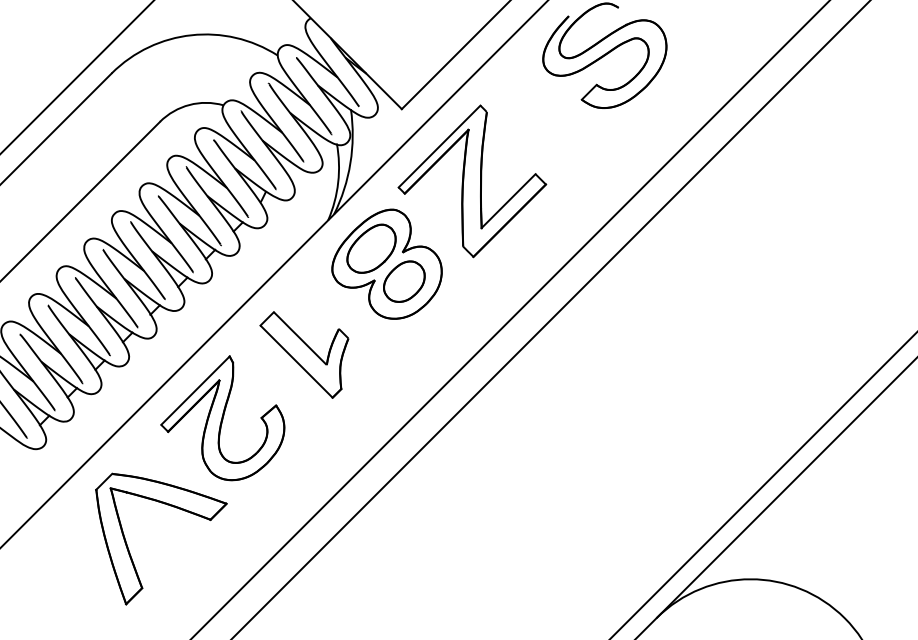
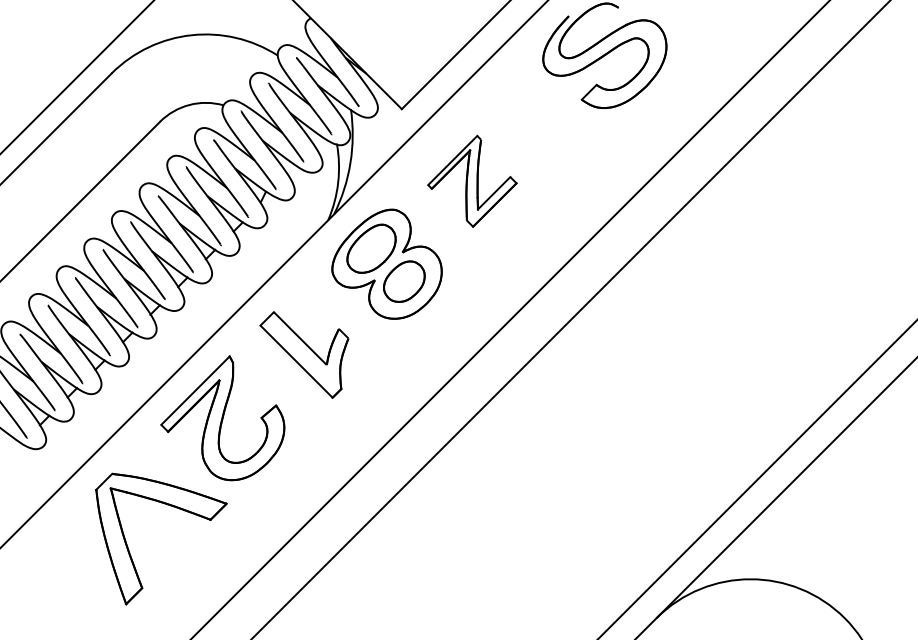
part at (472, 181) size: 151x155 px -> 91x94 px
line at (551, 319) position: (551, 319) -> (570, 319)
line at (763, 485) position: (763, 485) -> (757, 479)
